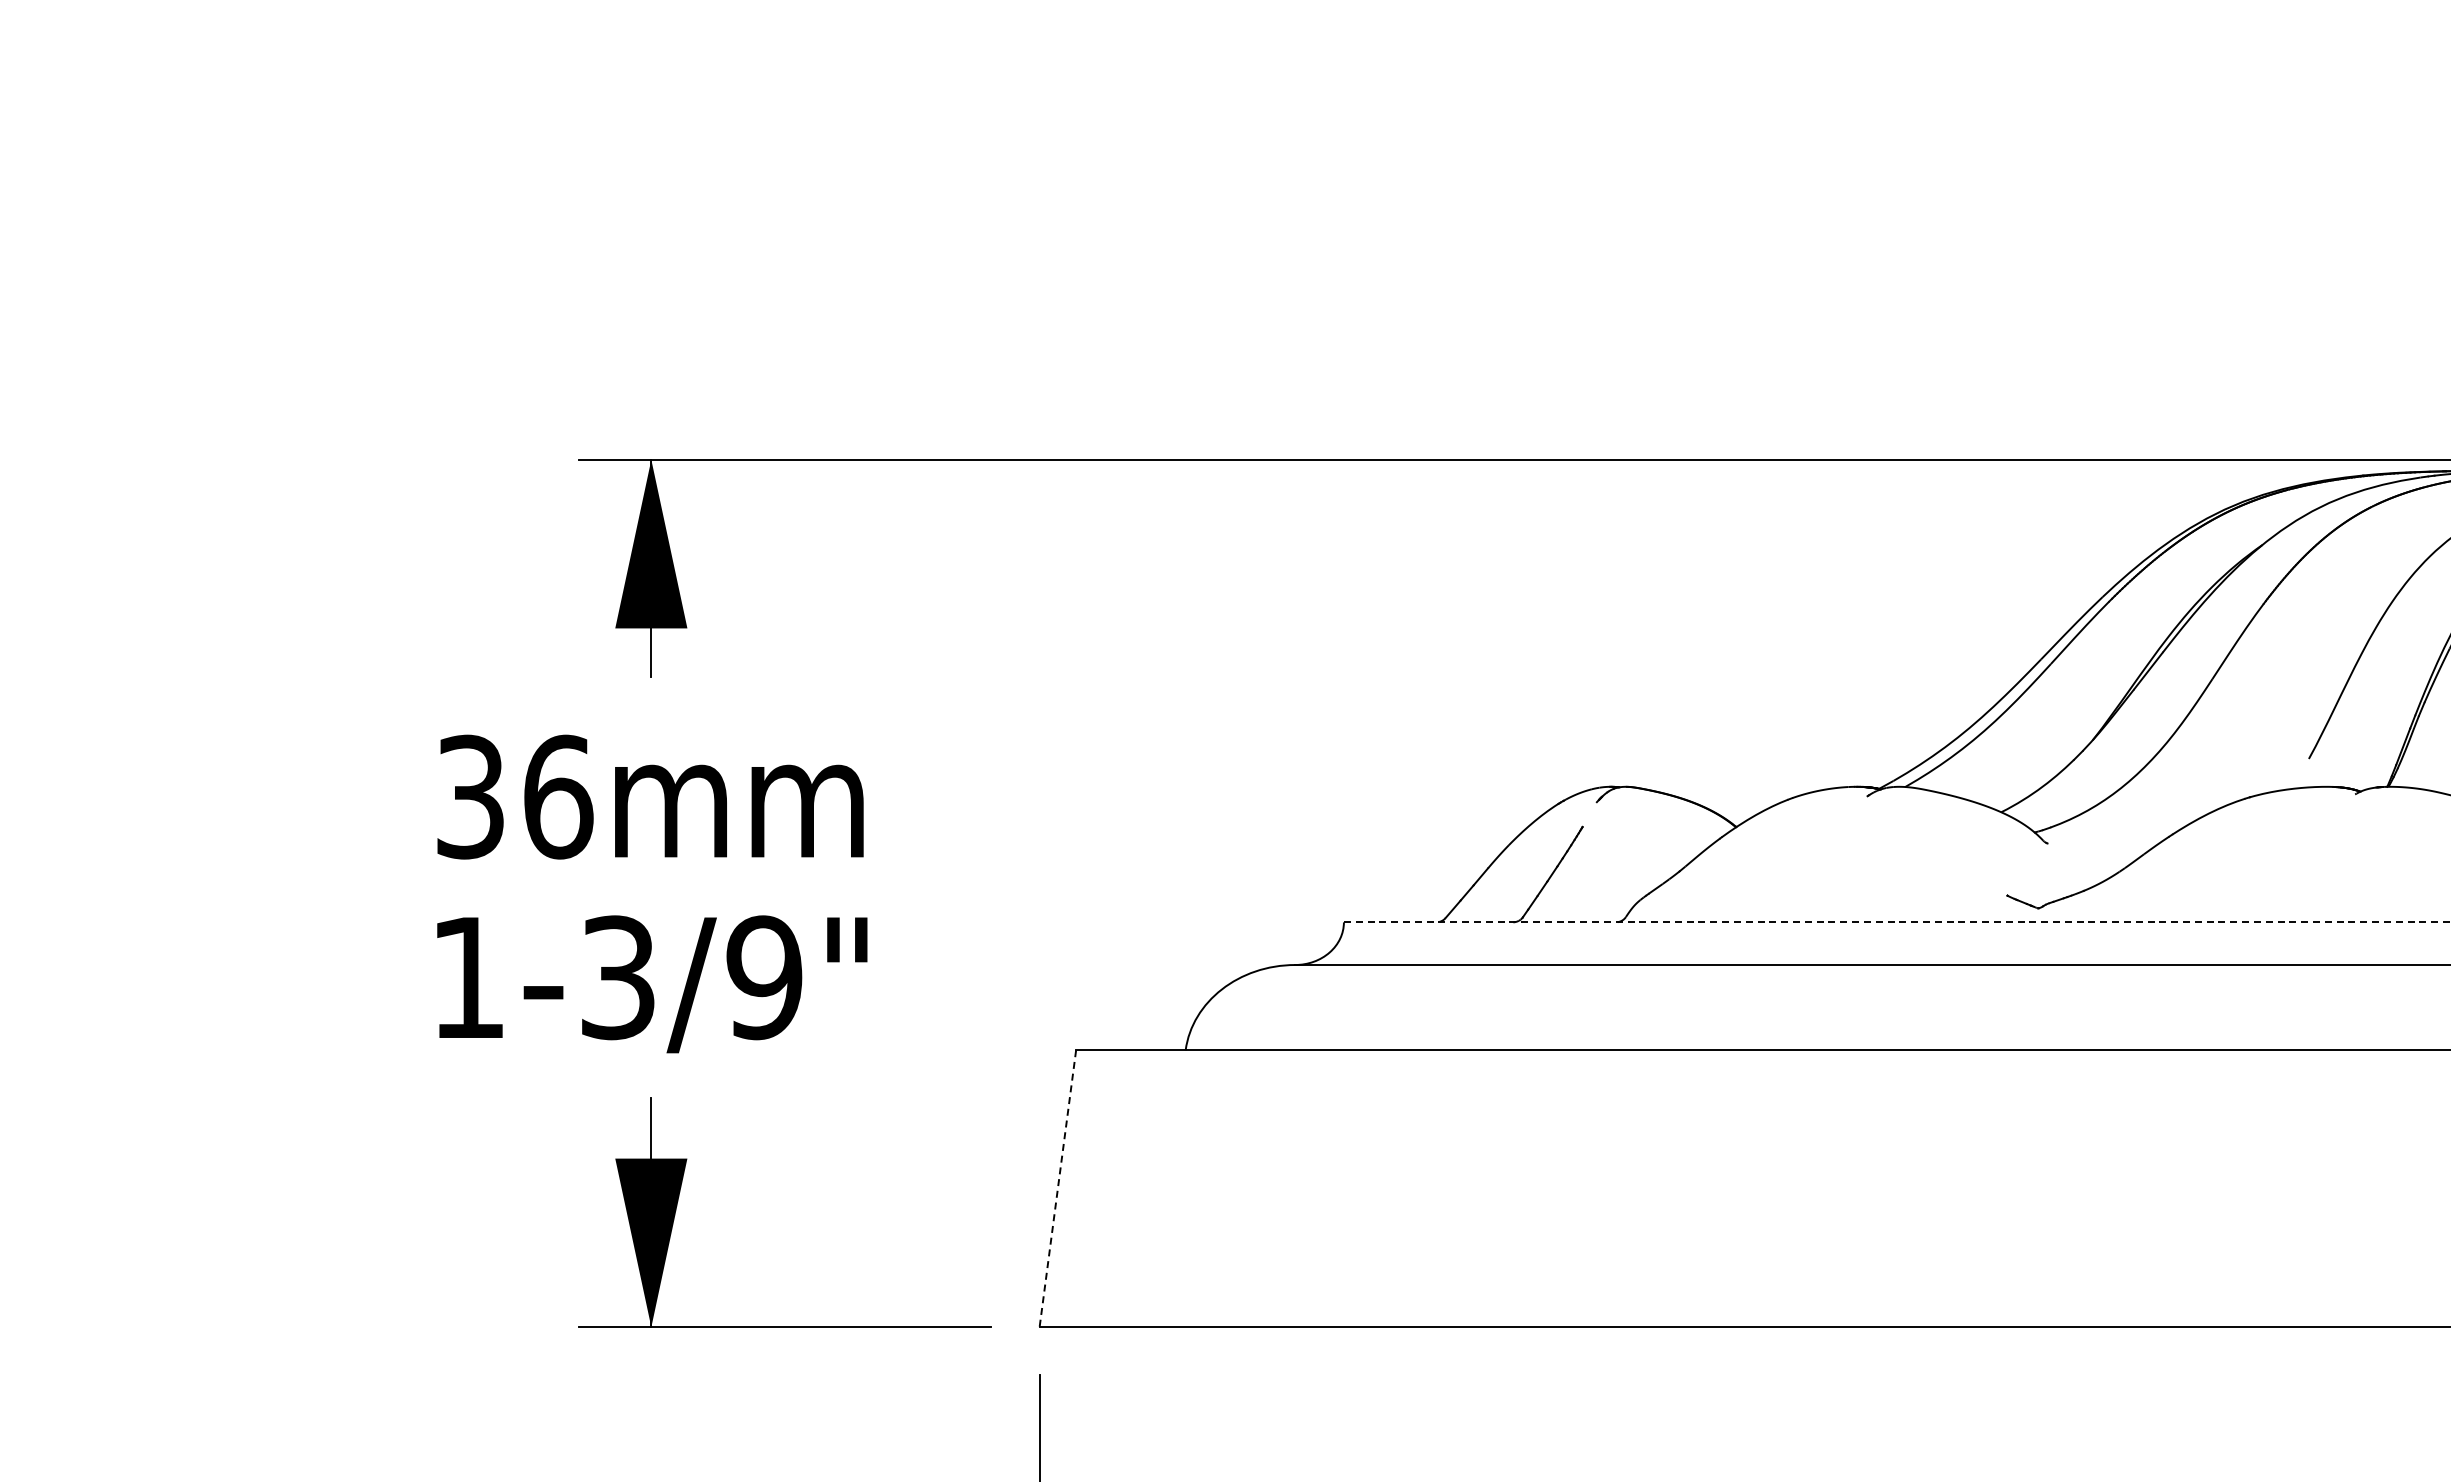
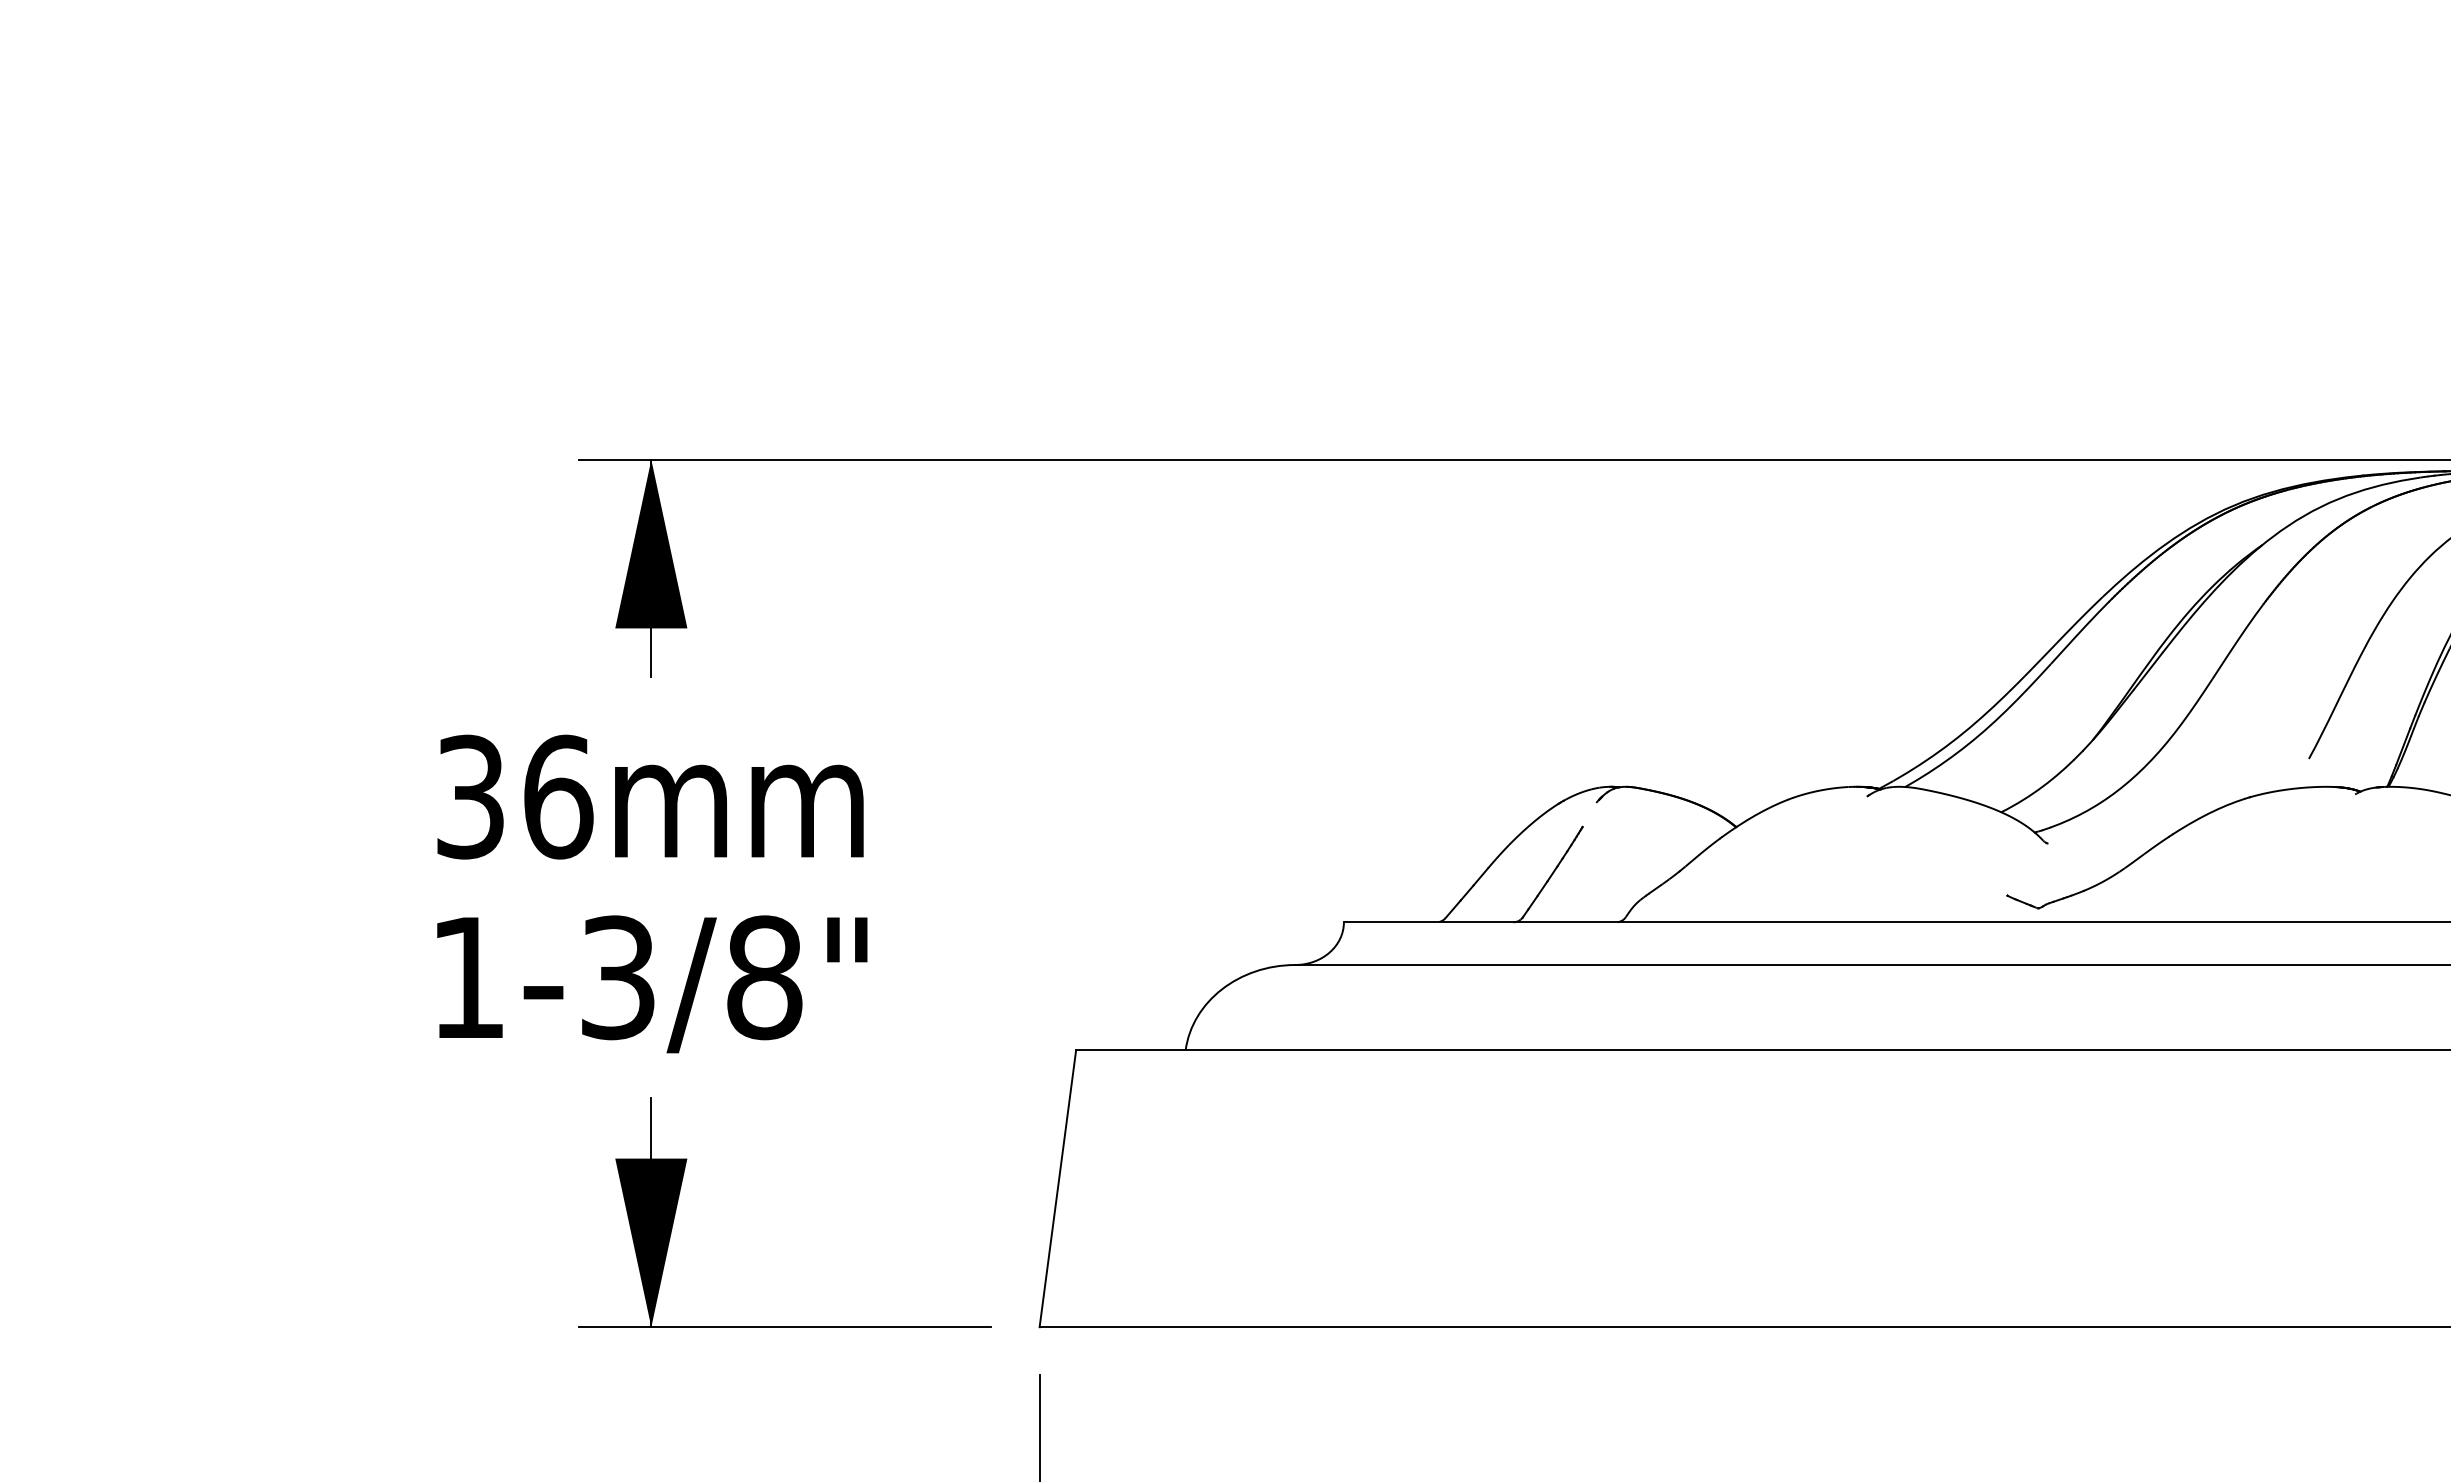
line at (1897, 922): dashed -> solid
text at (764, 977): 1-3/9" -> 1-3/8"
line at (1057, 1188): dashed -> solid
